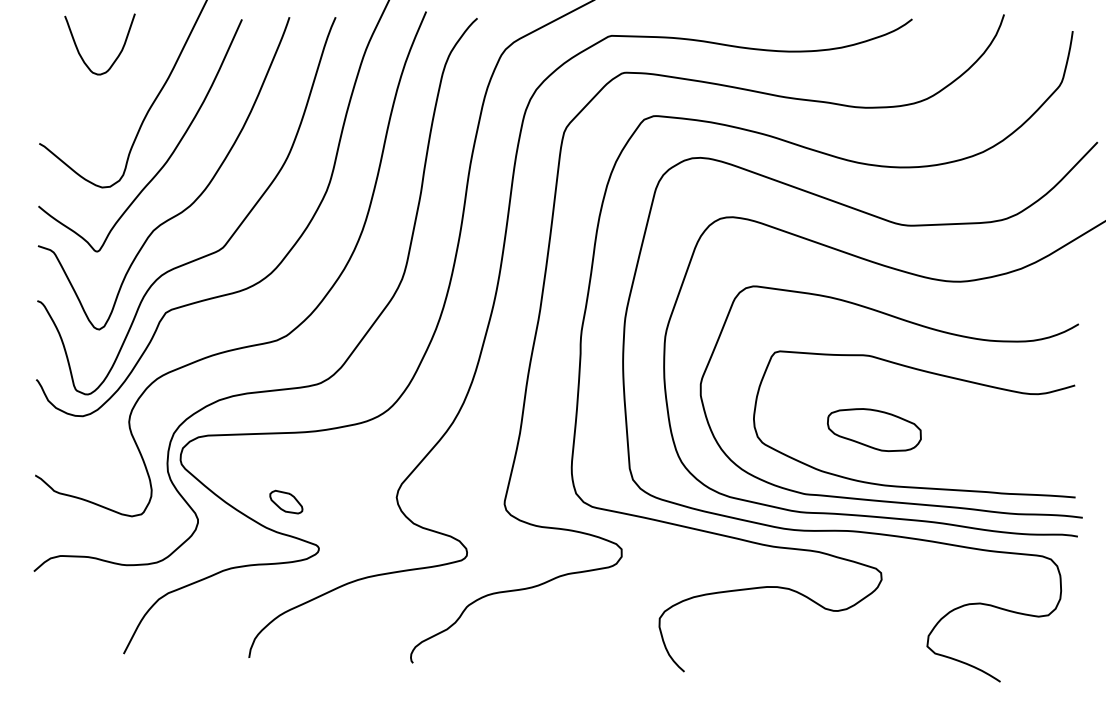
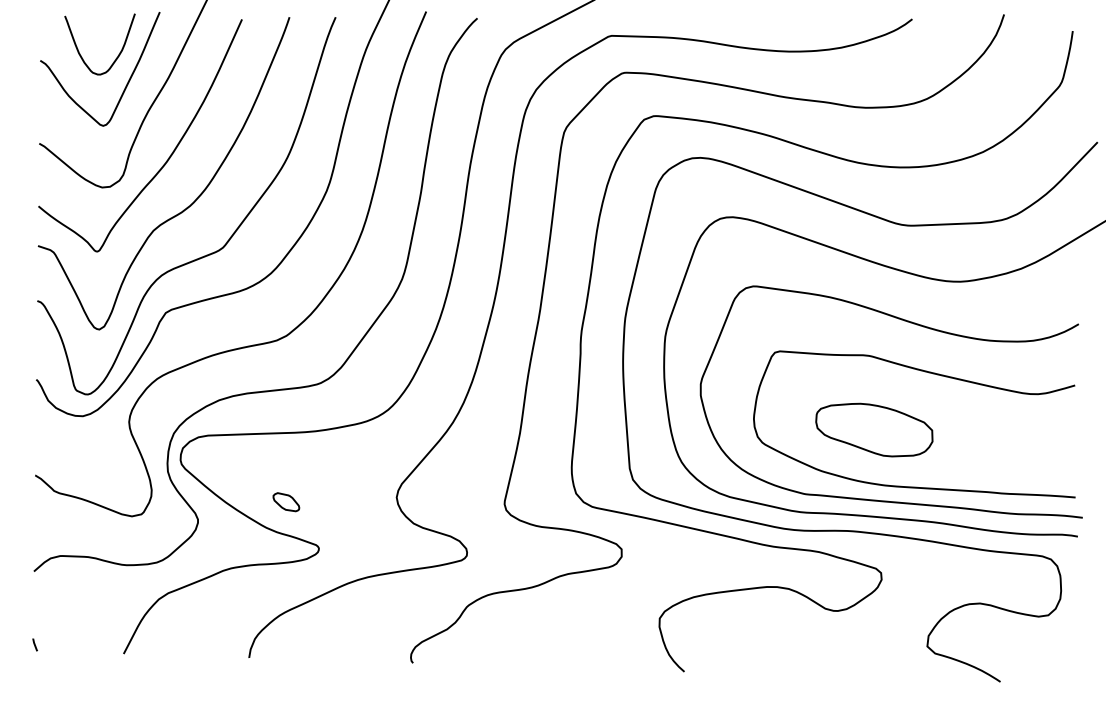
curve at (126, 83): none -> present
part at (874, 429) size: 95x44 px -> 119x56 px
part at (286, 501) size: 35x26 px -> 29x21 px
line at (34, 644): none -> present
